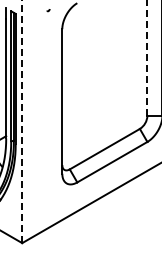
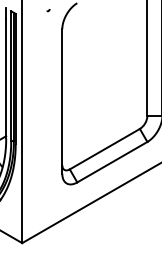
line at (147, 58): dashed -> solid
line at (22, 121): dashed -> solid
